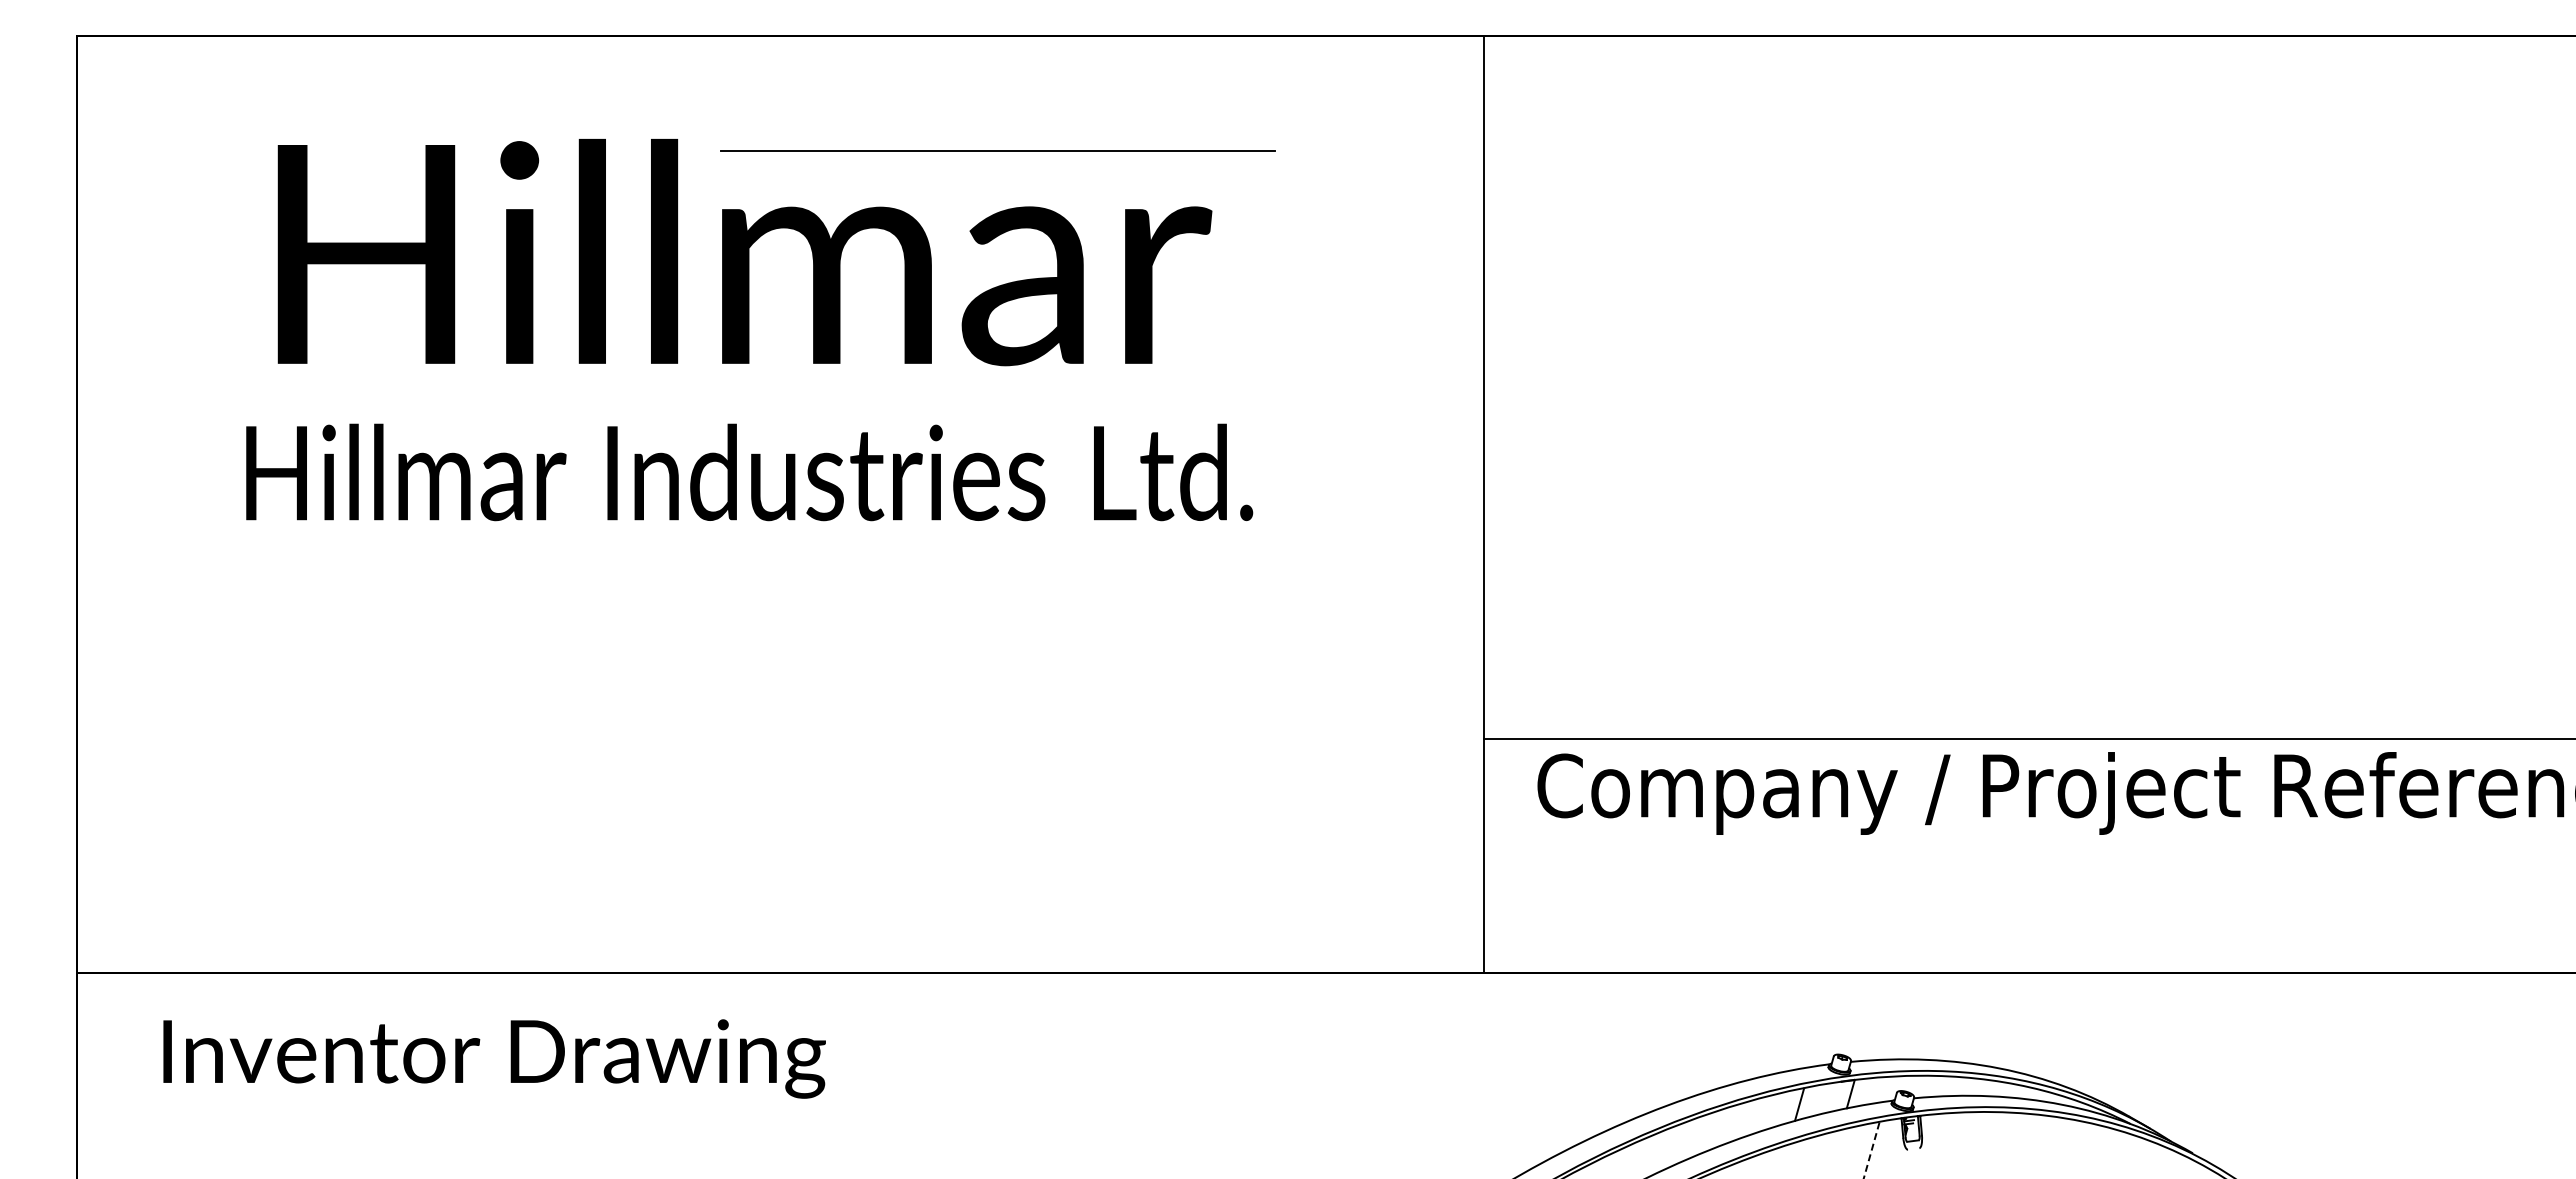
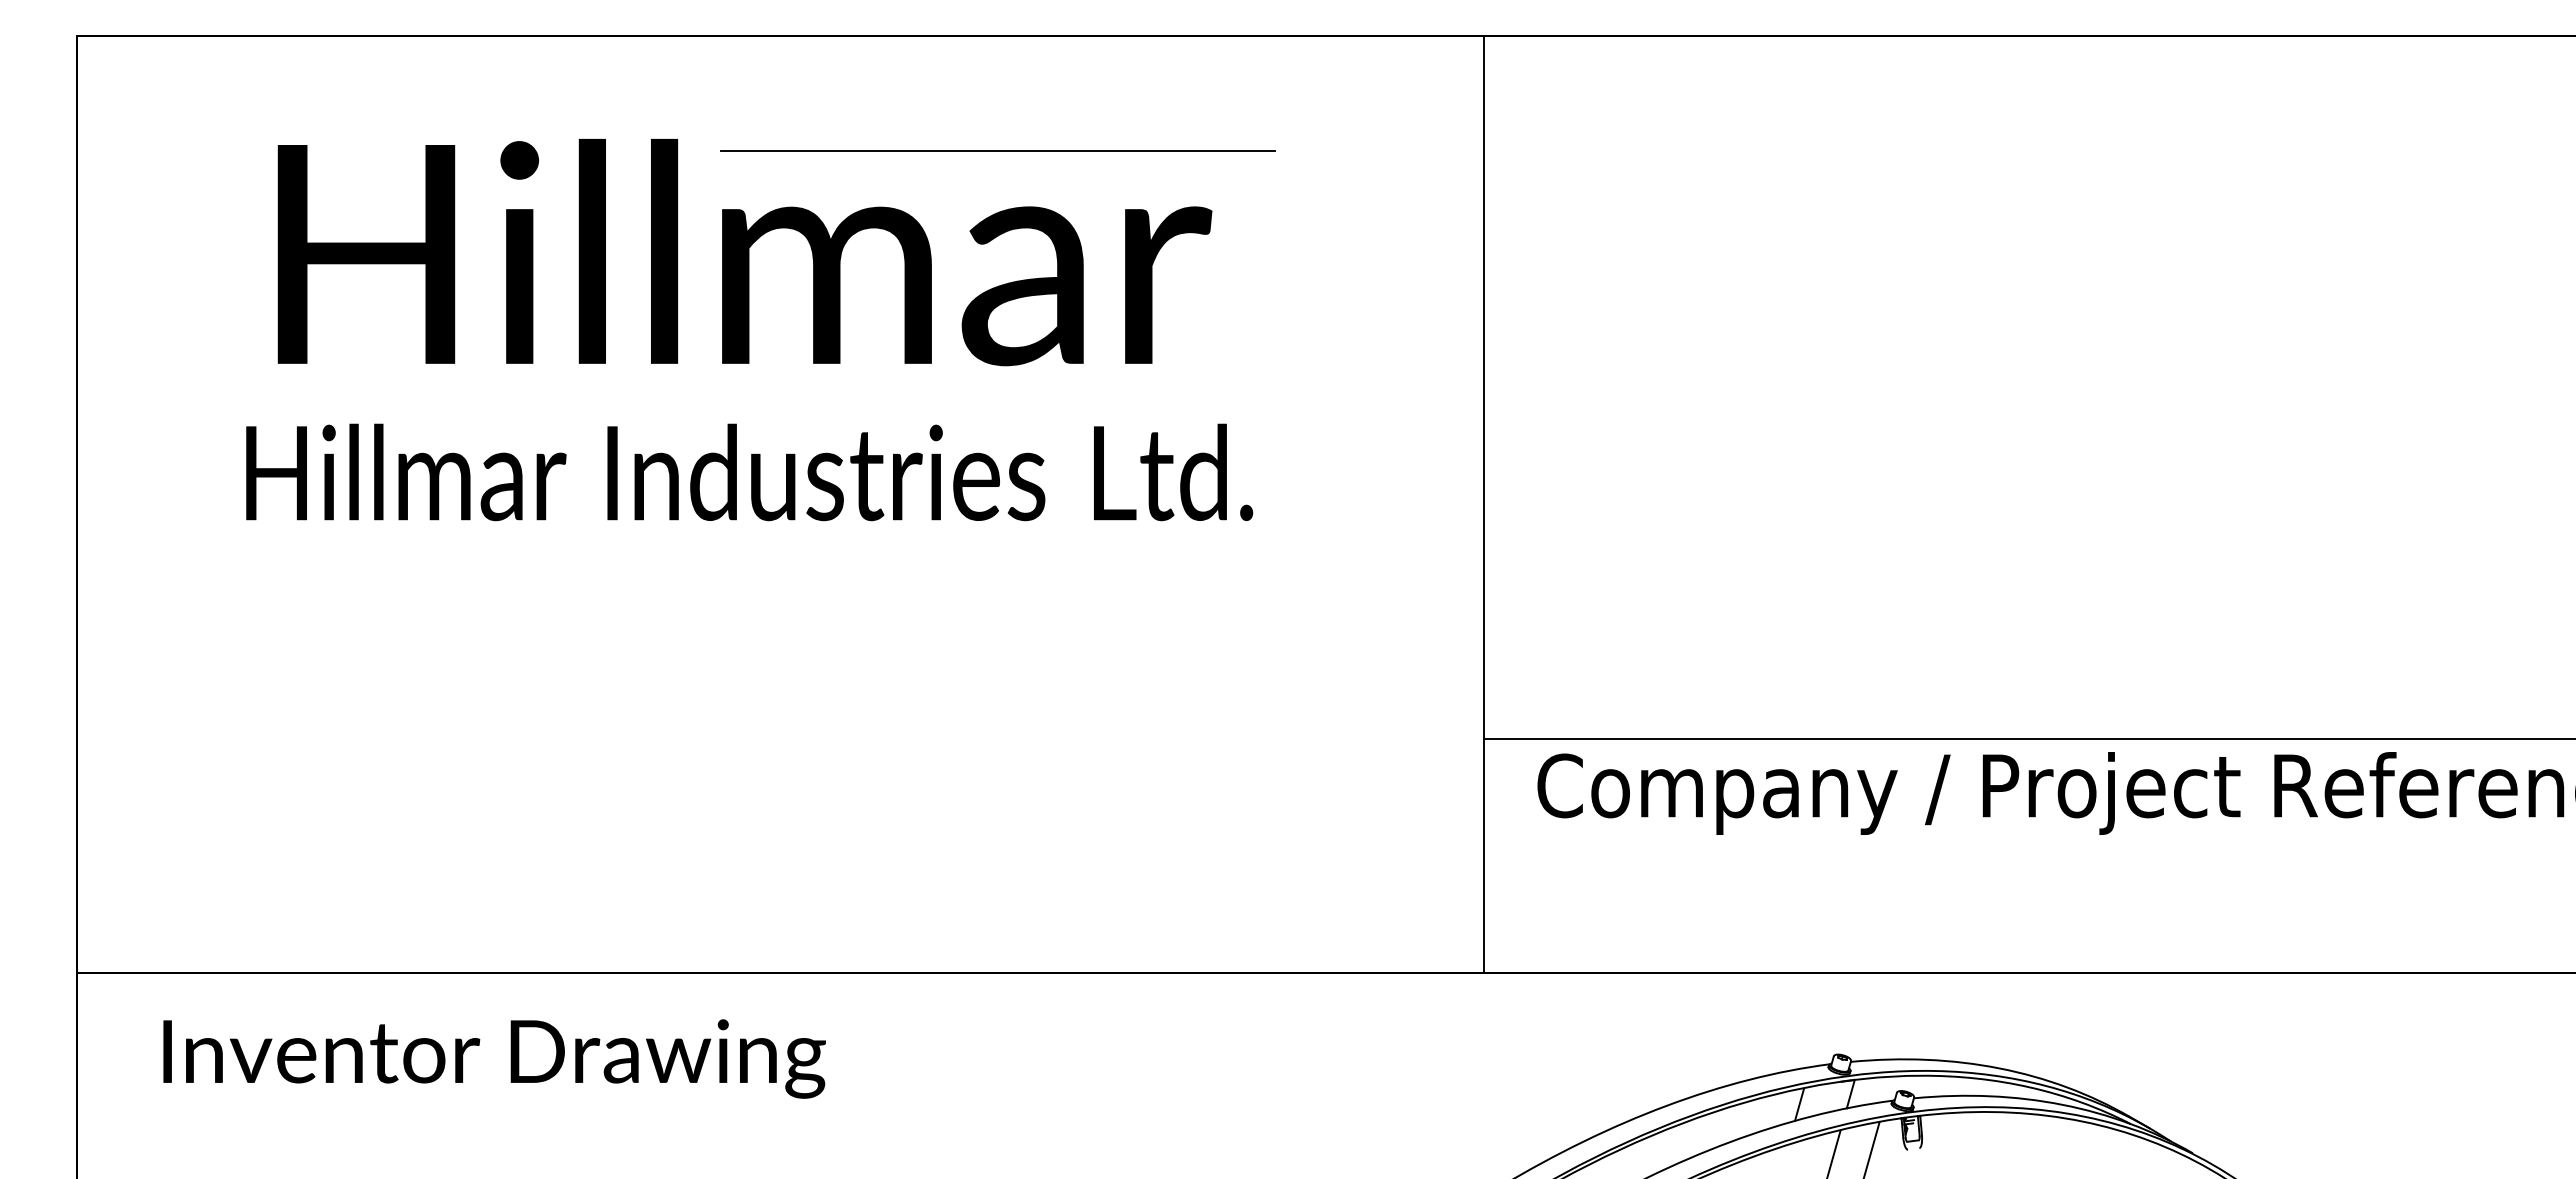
line at (1871, 1149): dashed -> solid
line at (1833, 1152): none -> present
